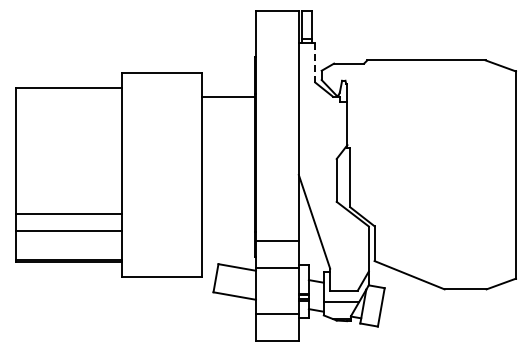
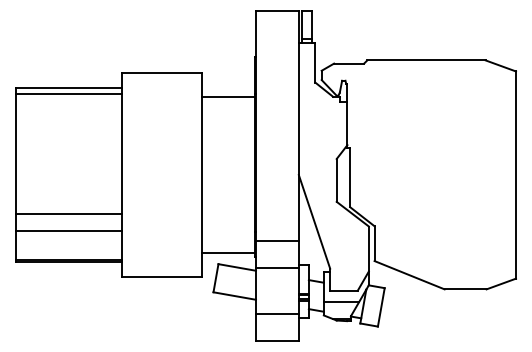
line at (315, 62): dashed -> solid
line at (68, 93): none -> present
line at (227, 252): none -> present
